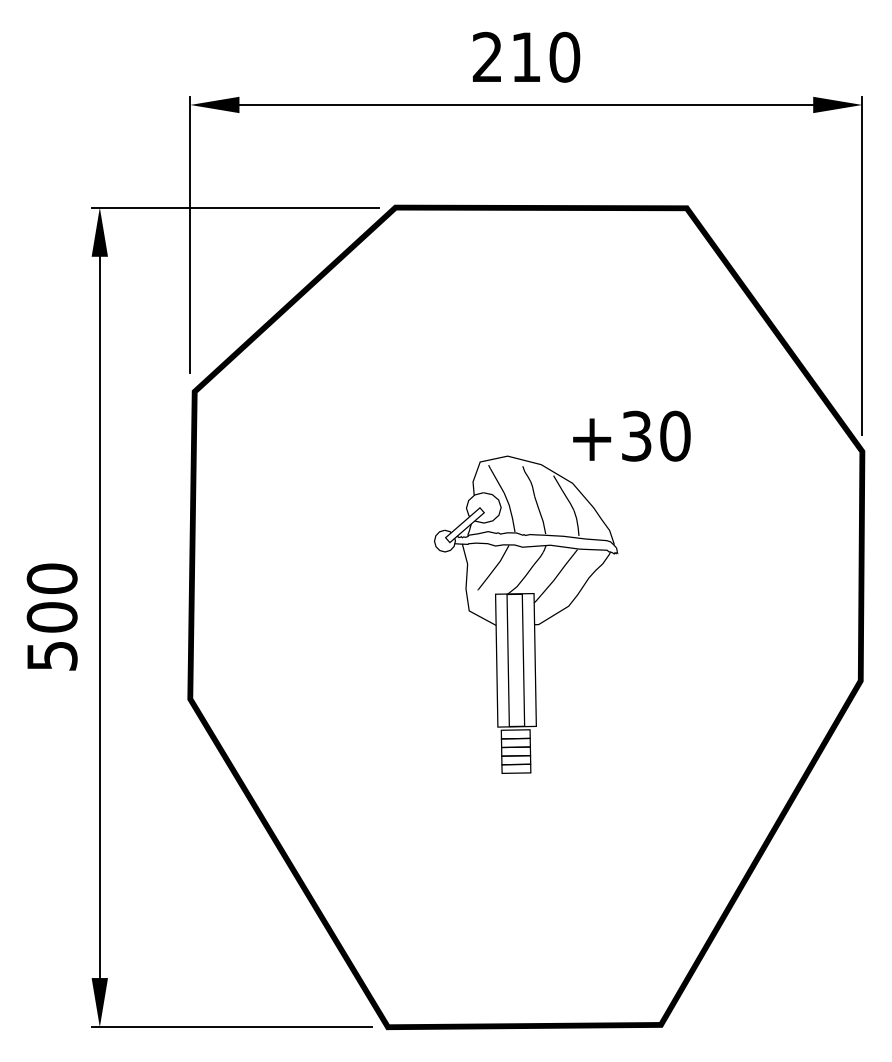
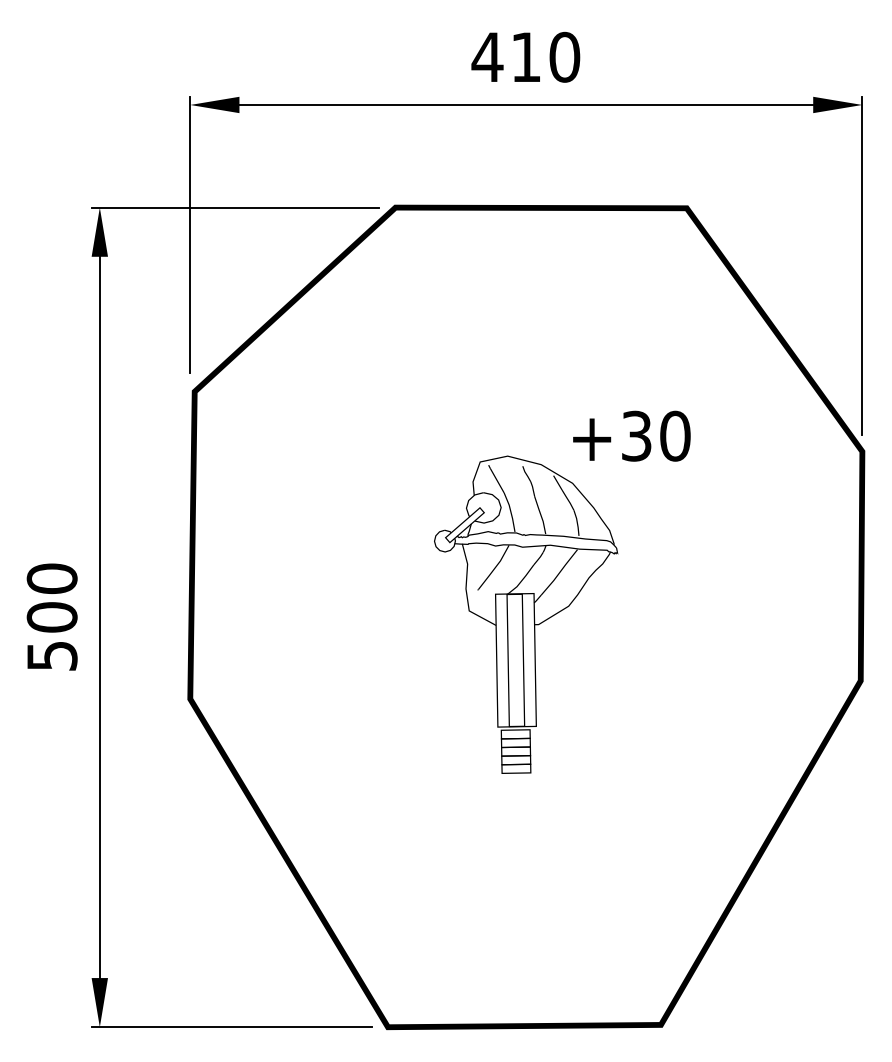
text at (487, 56): 210 -> 410
